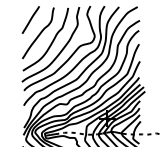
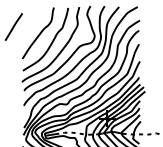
line at (30, 19) position: (30, 19) -> (13, 26)
